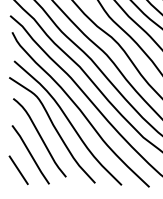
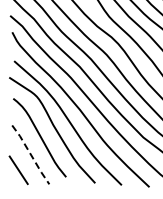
line at (31, 155): solid -> dashed
